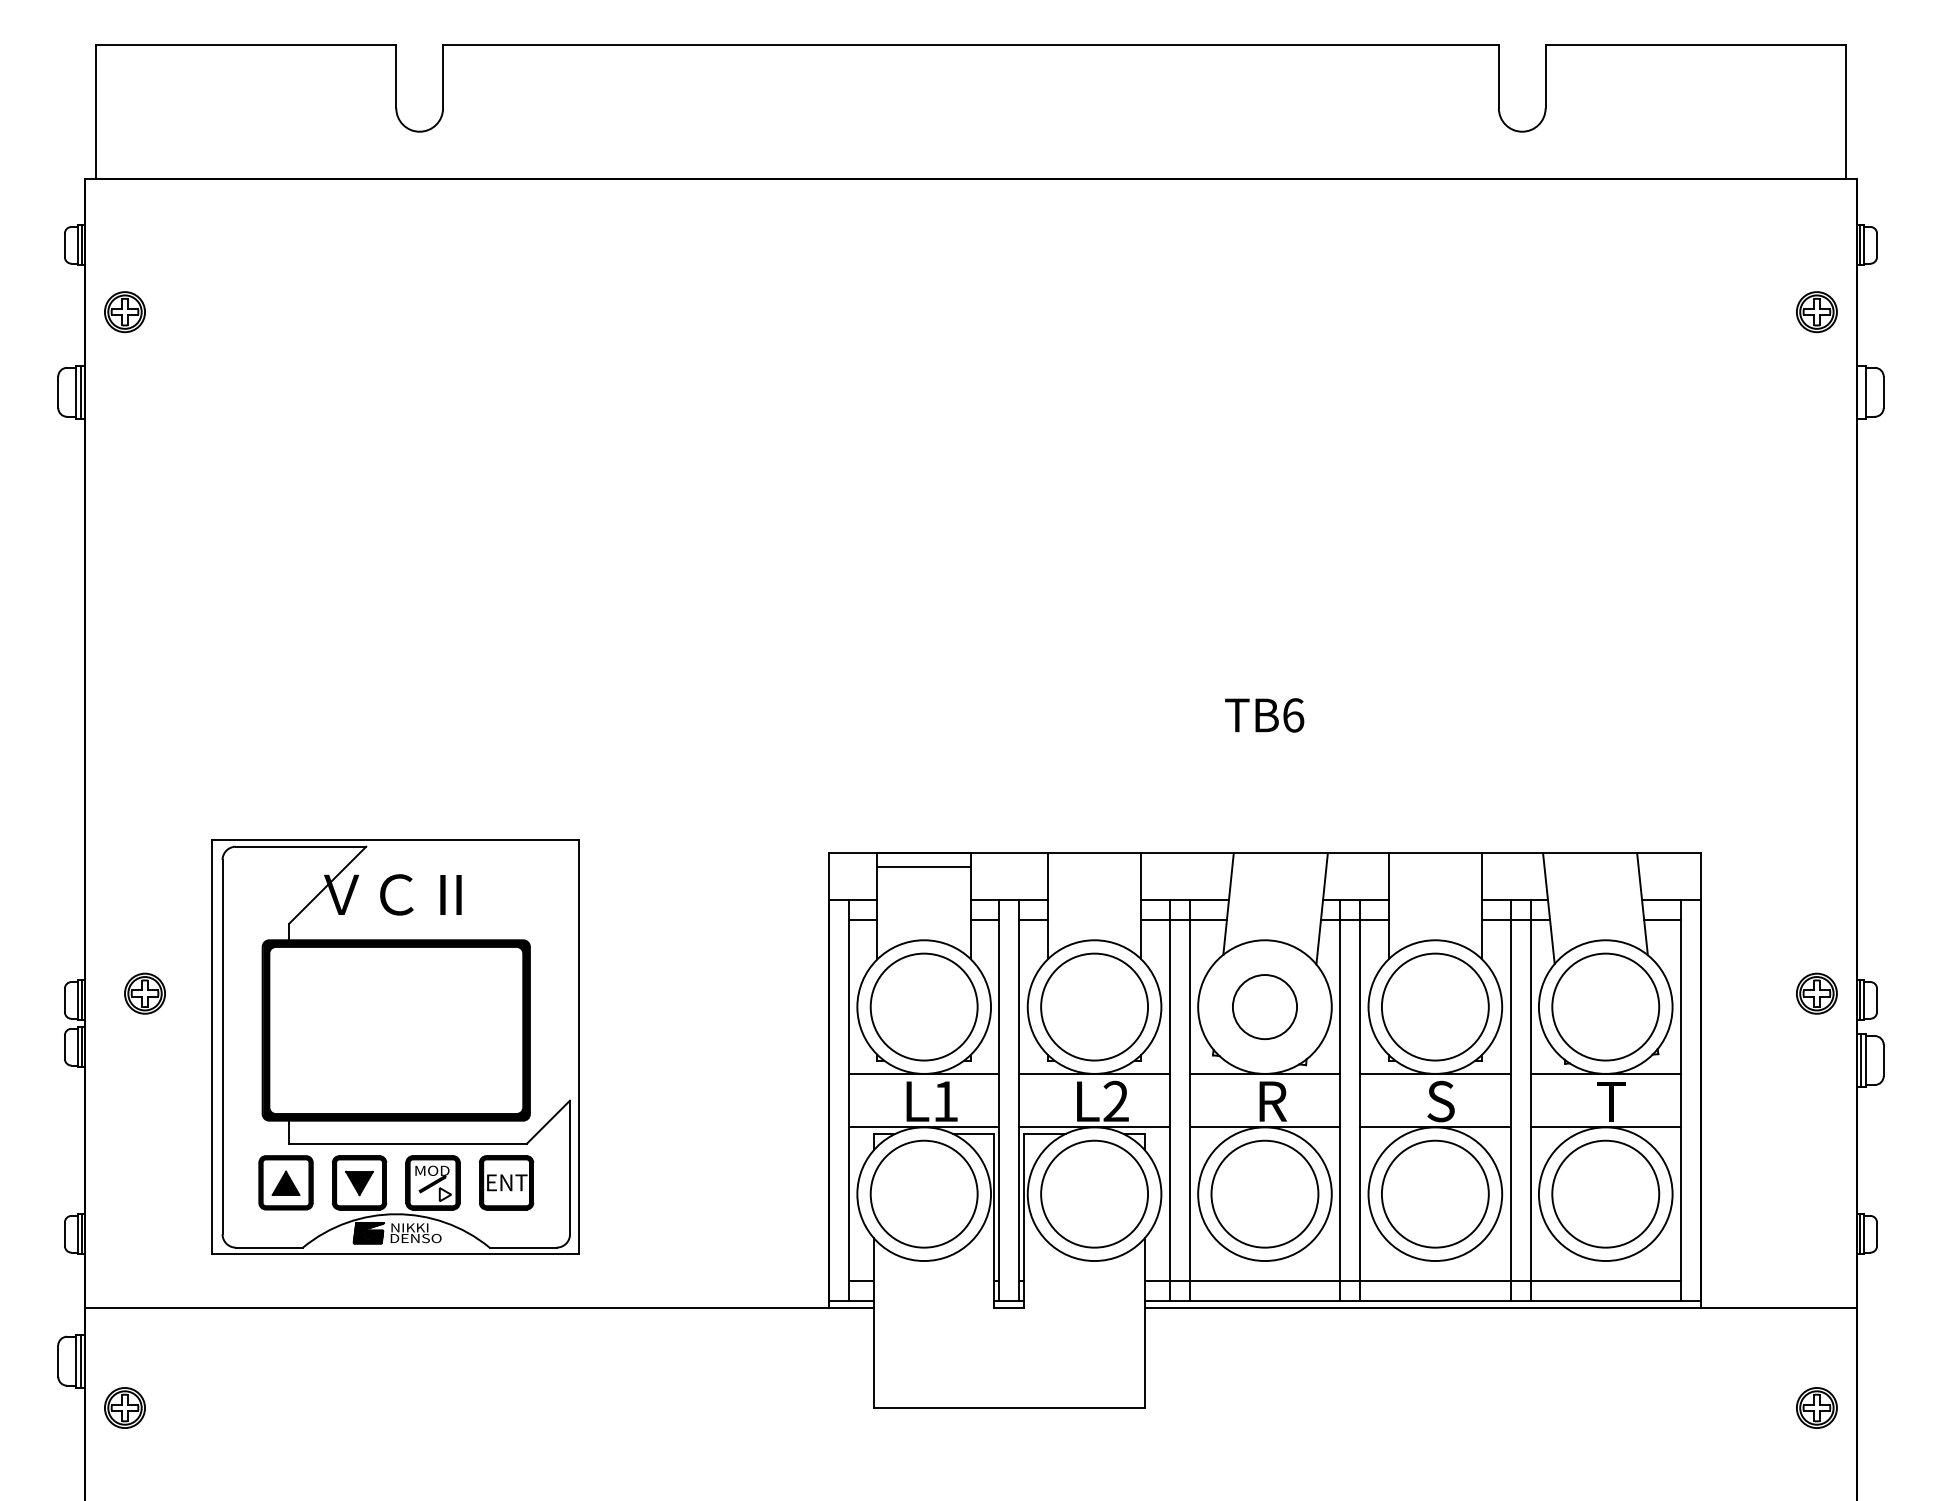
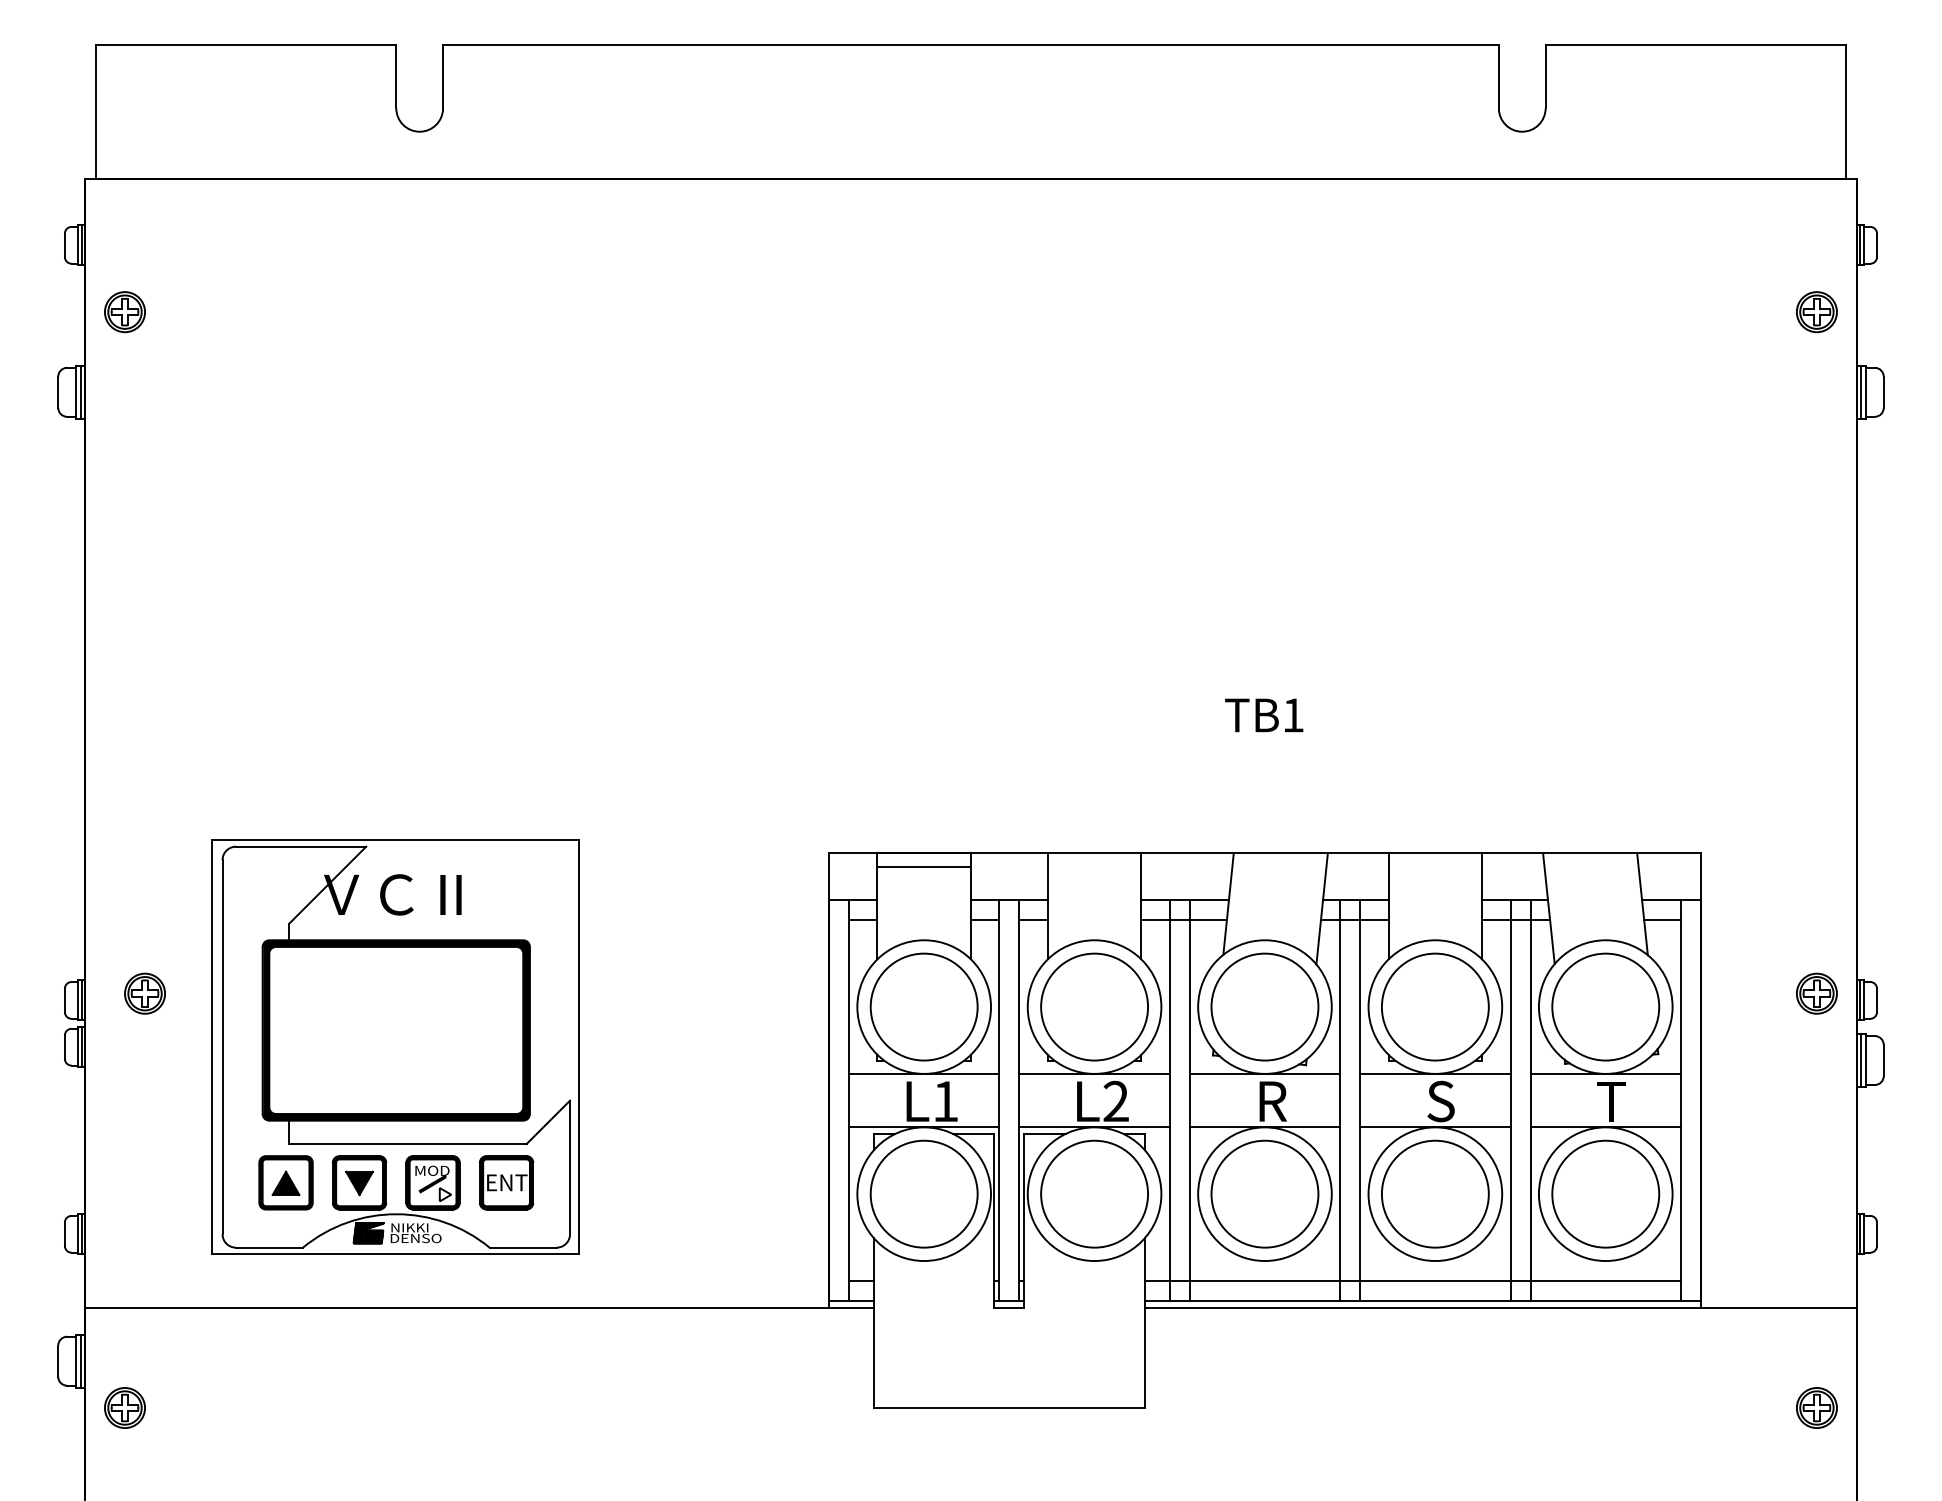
line at (1861, 392): none -> present
text at (1293, 715): TB6 -> TB1
circle at (1264, 1007) diameter: 64 px -> 107 px
